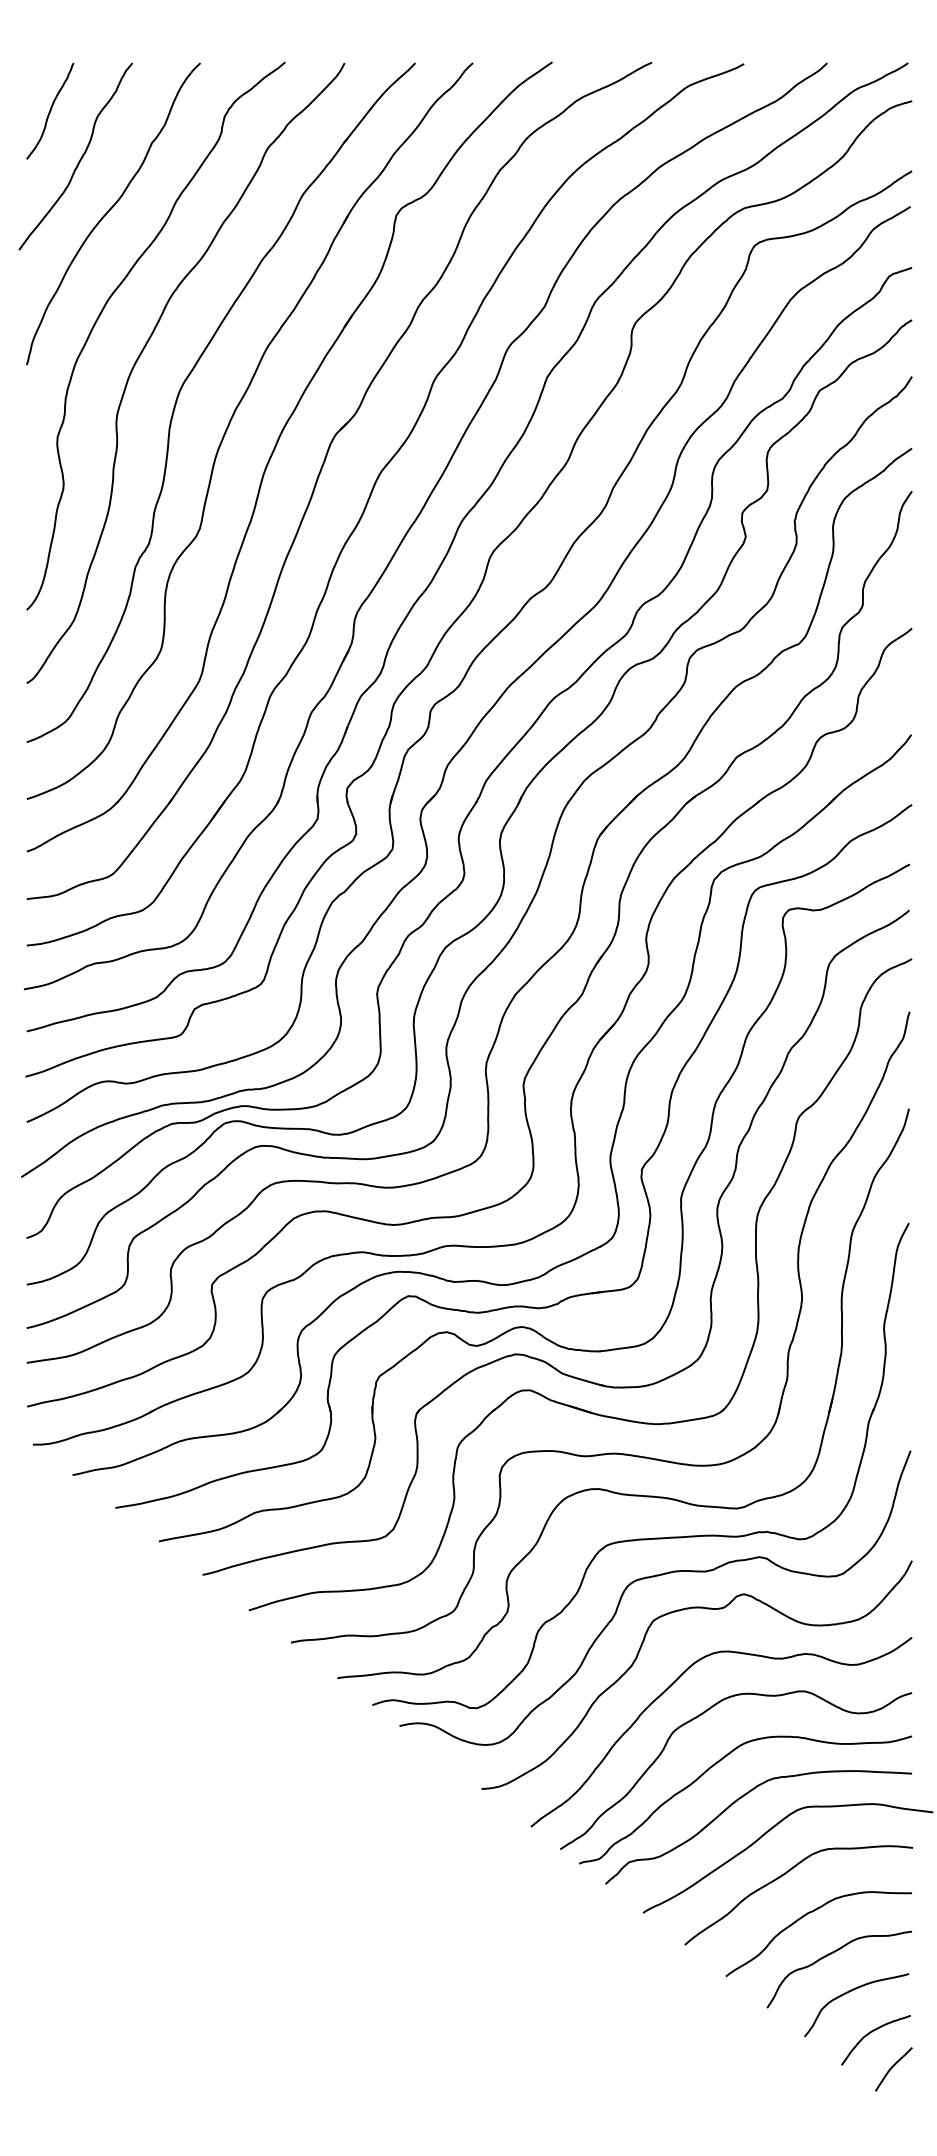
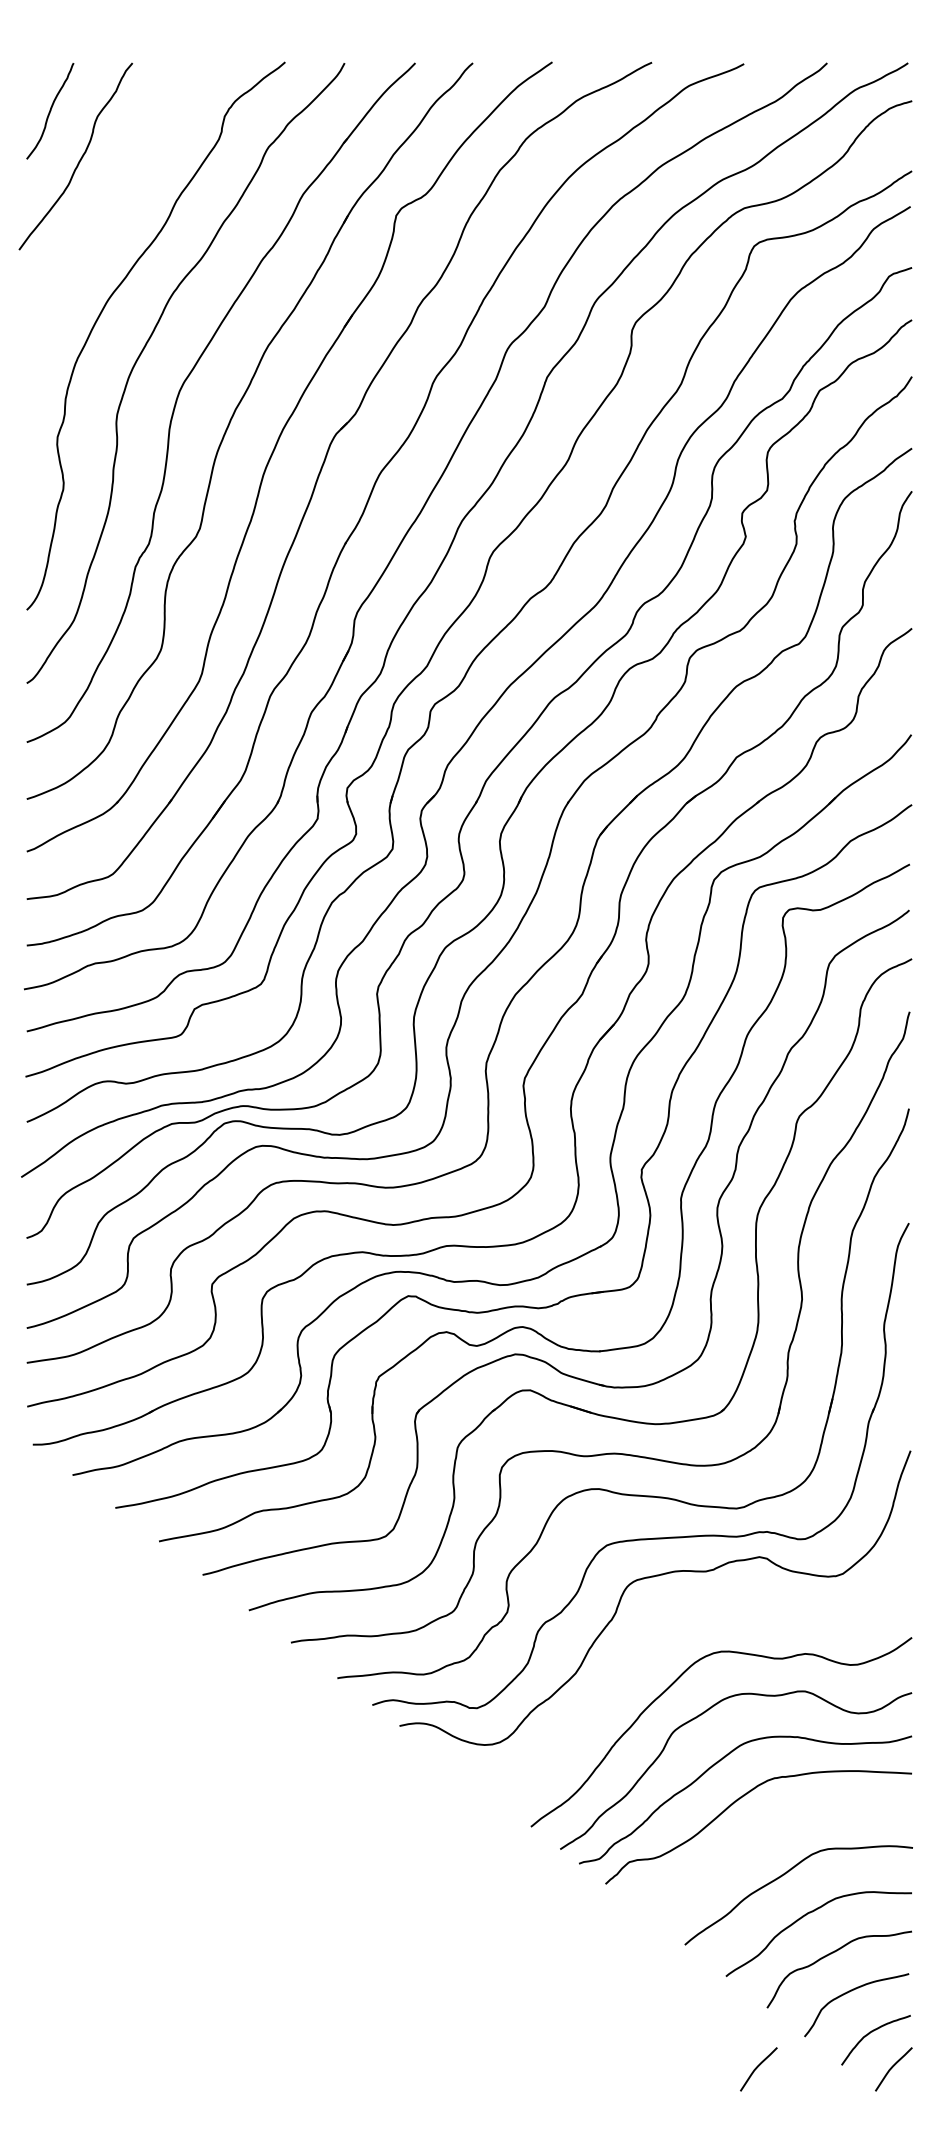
curve at (110, 210): present -> none
curve at (639, 1653): present -> none
curve at (768, 1832): present -> none
curve at (757, 2068): none -> present
